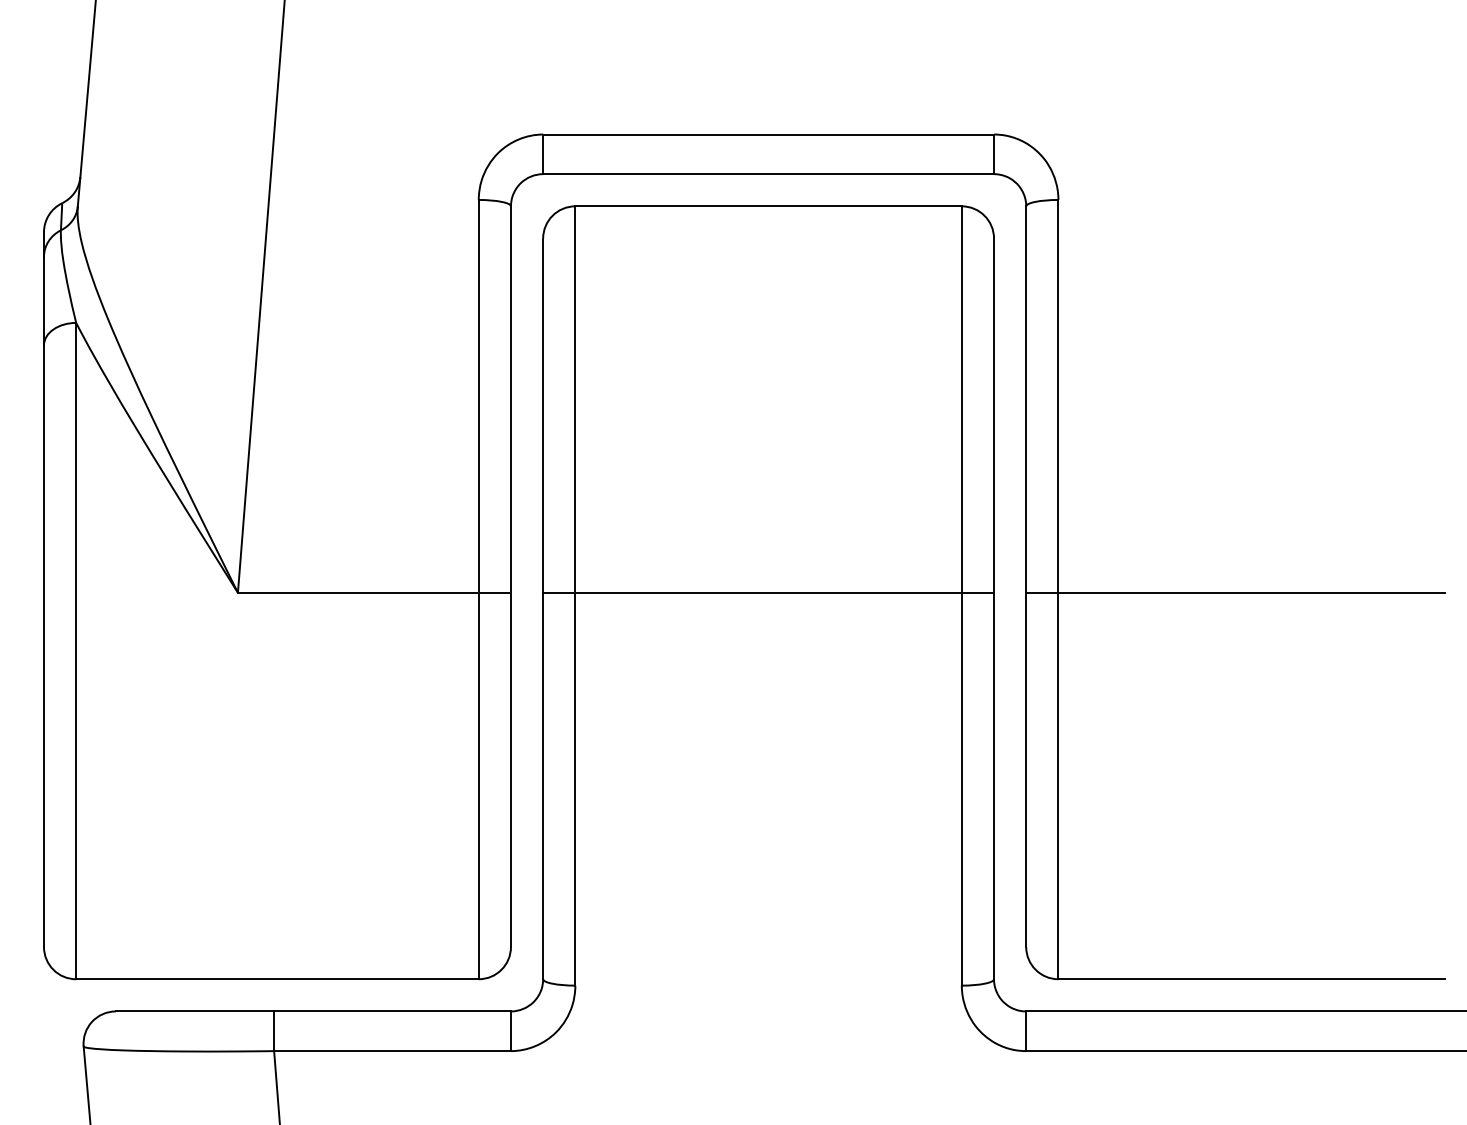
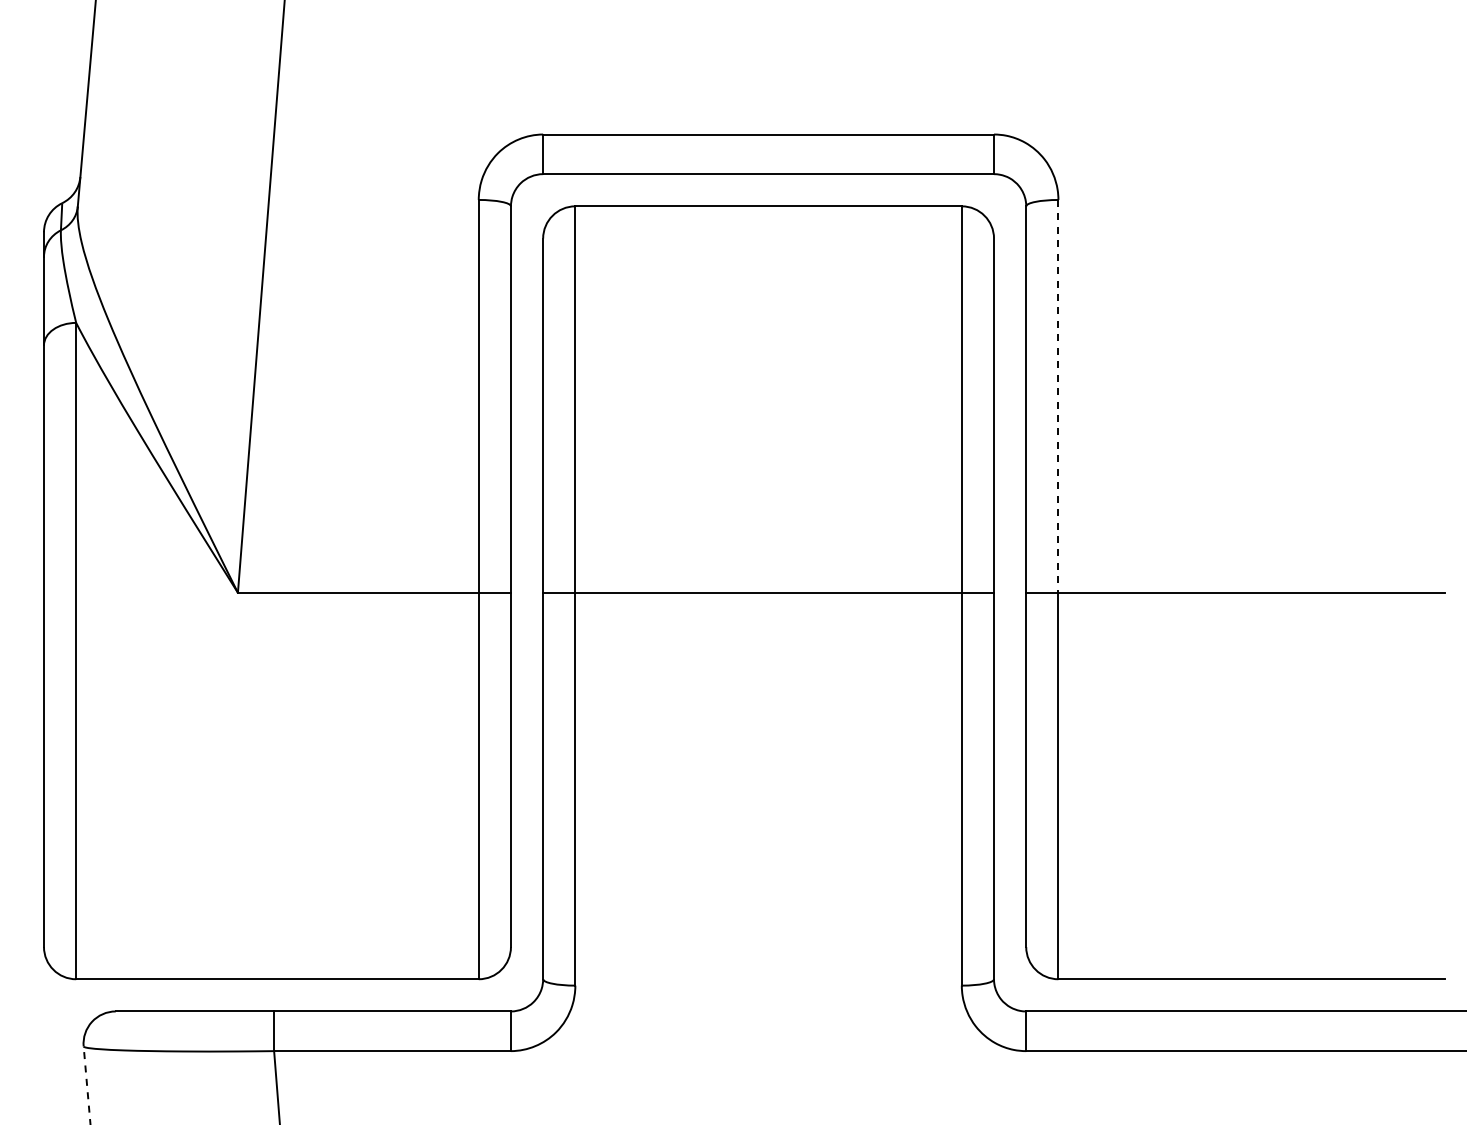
line at (1058, 396): solid -> dashed
line at (87, 1085): solid -> dashed
